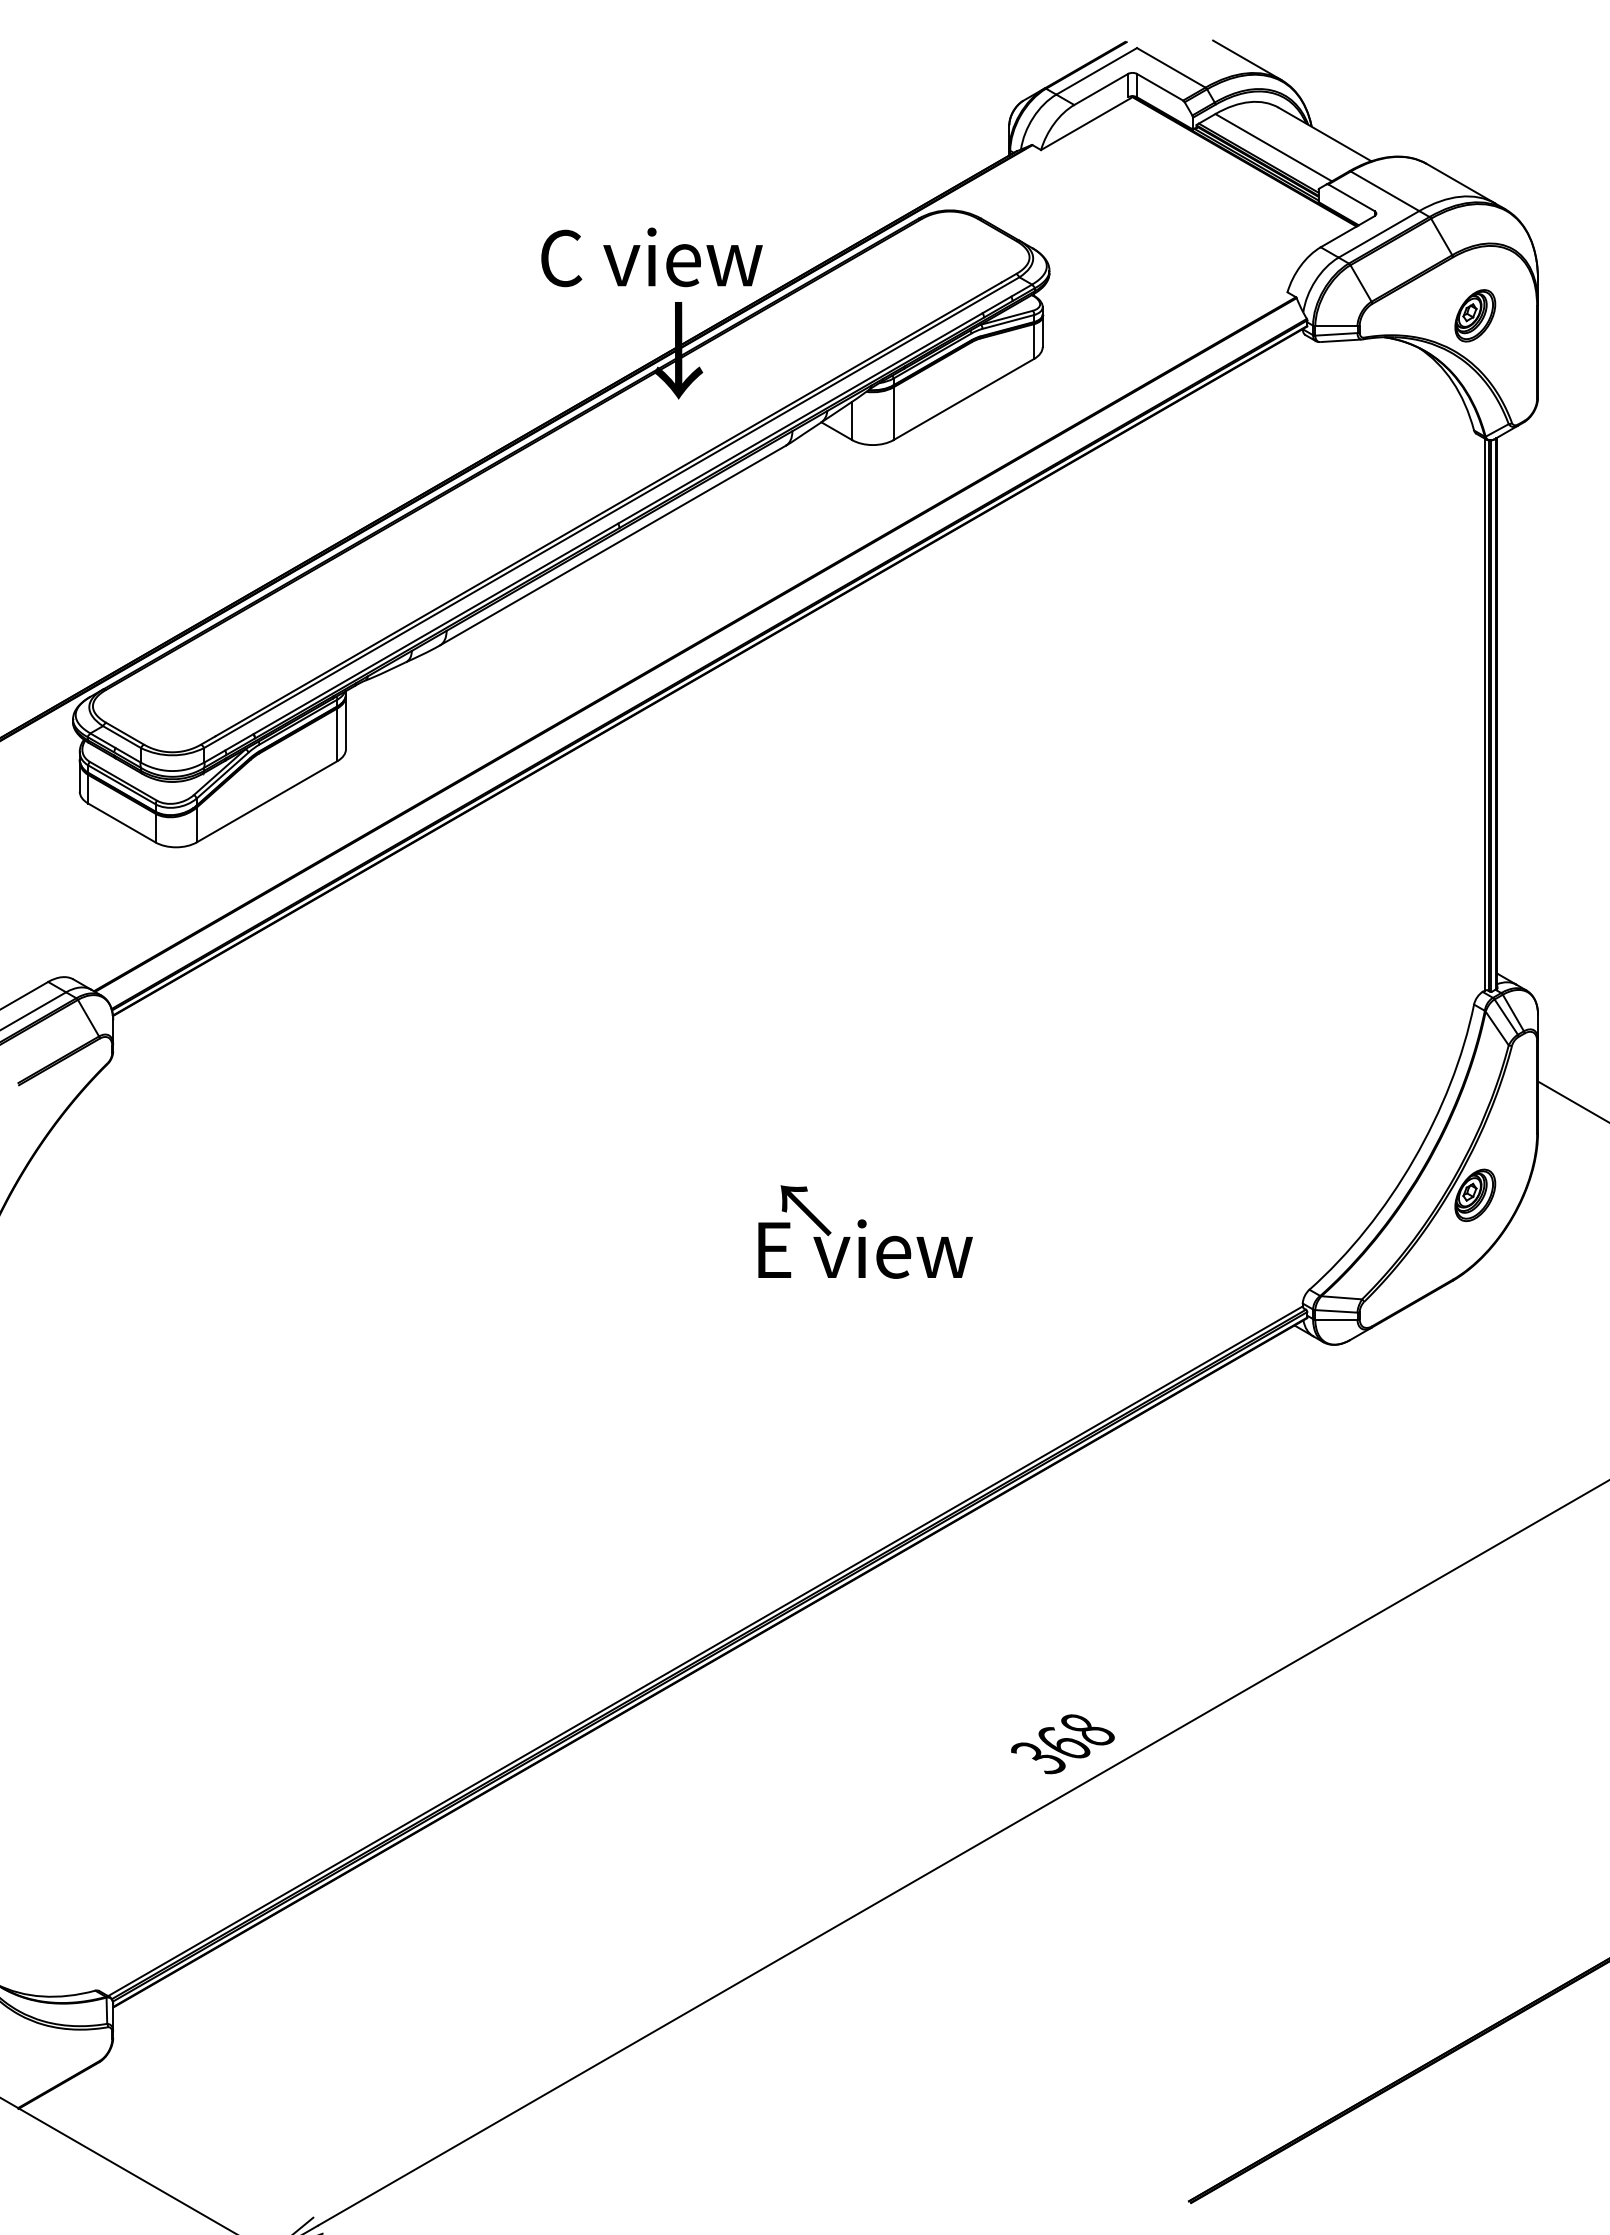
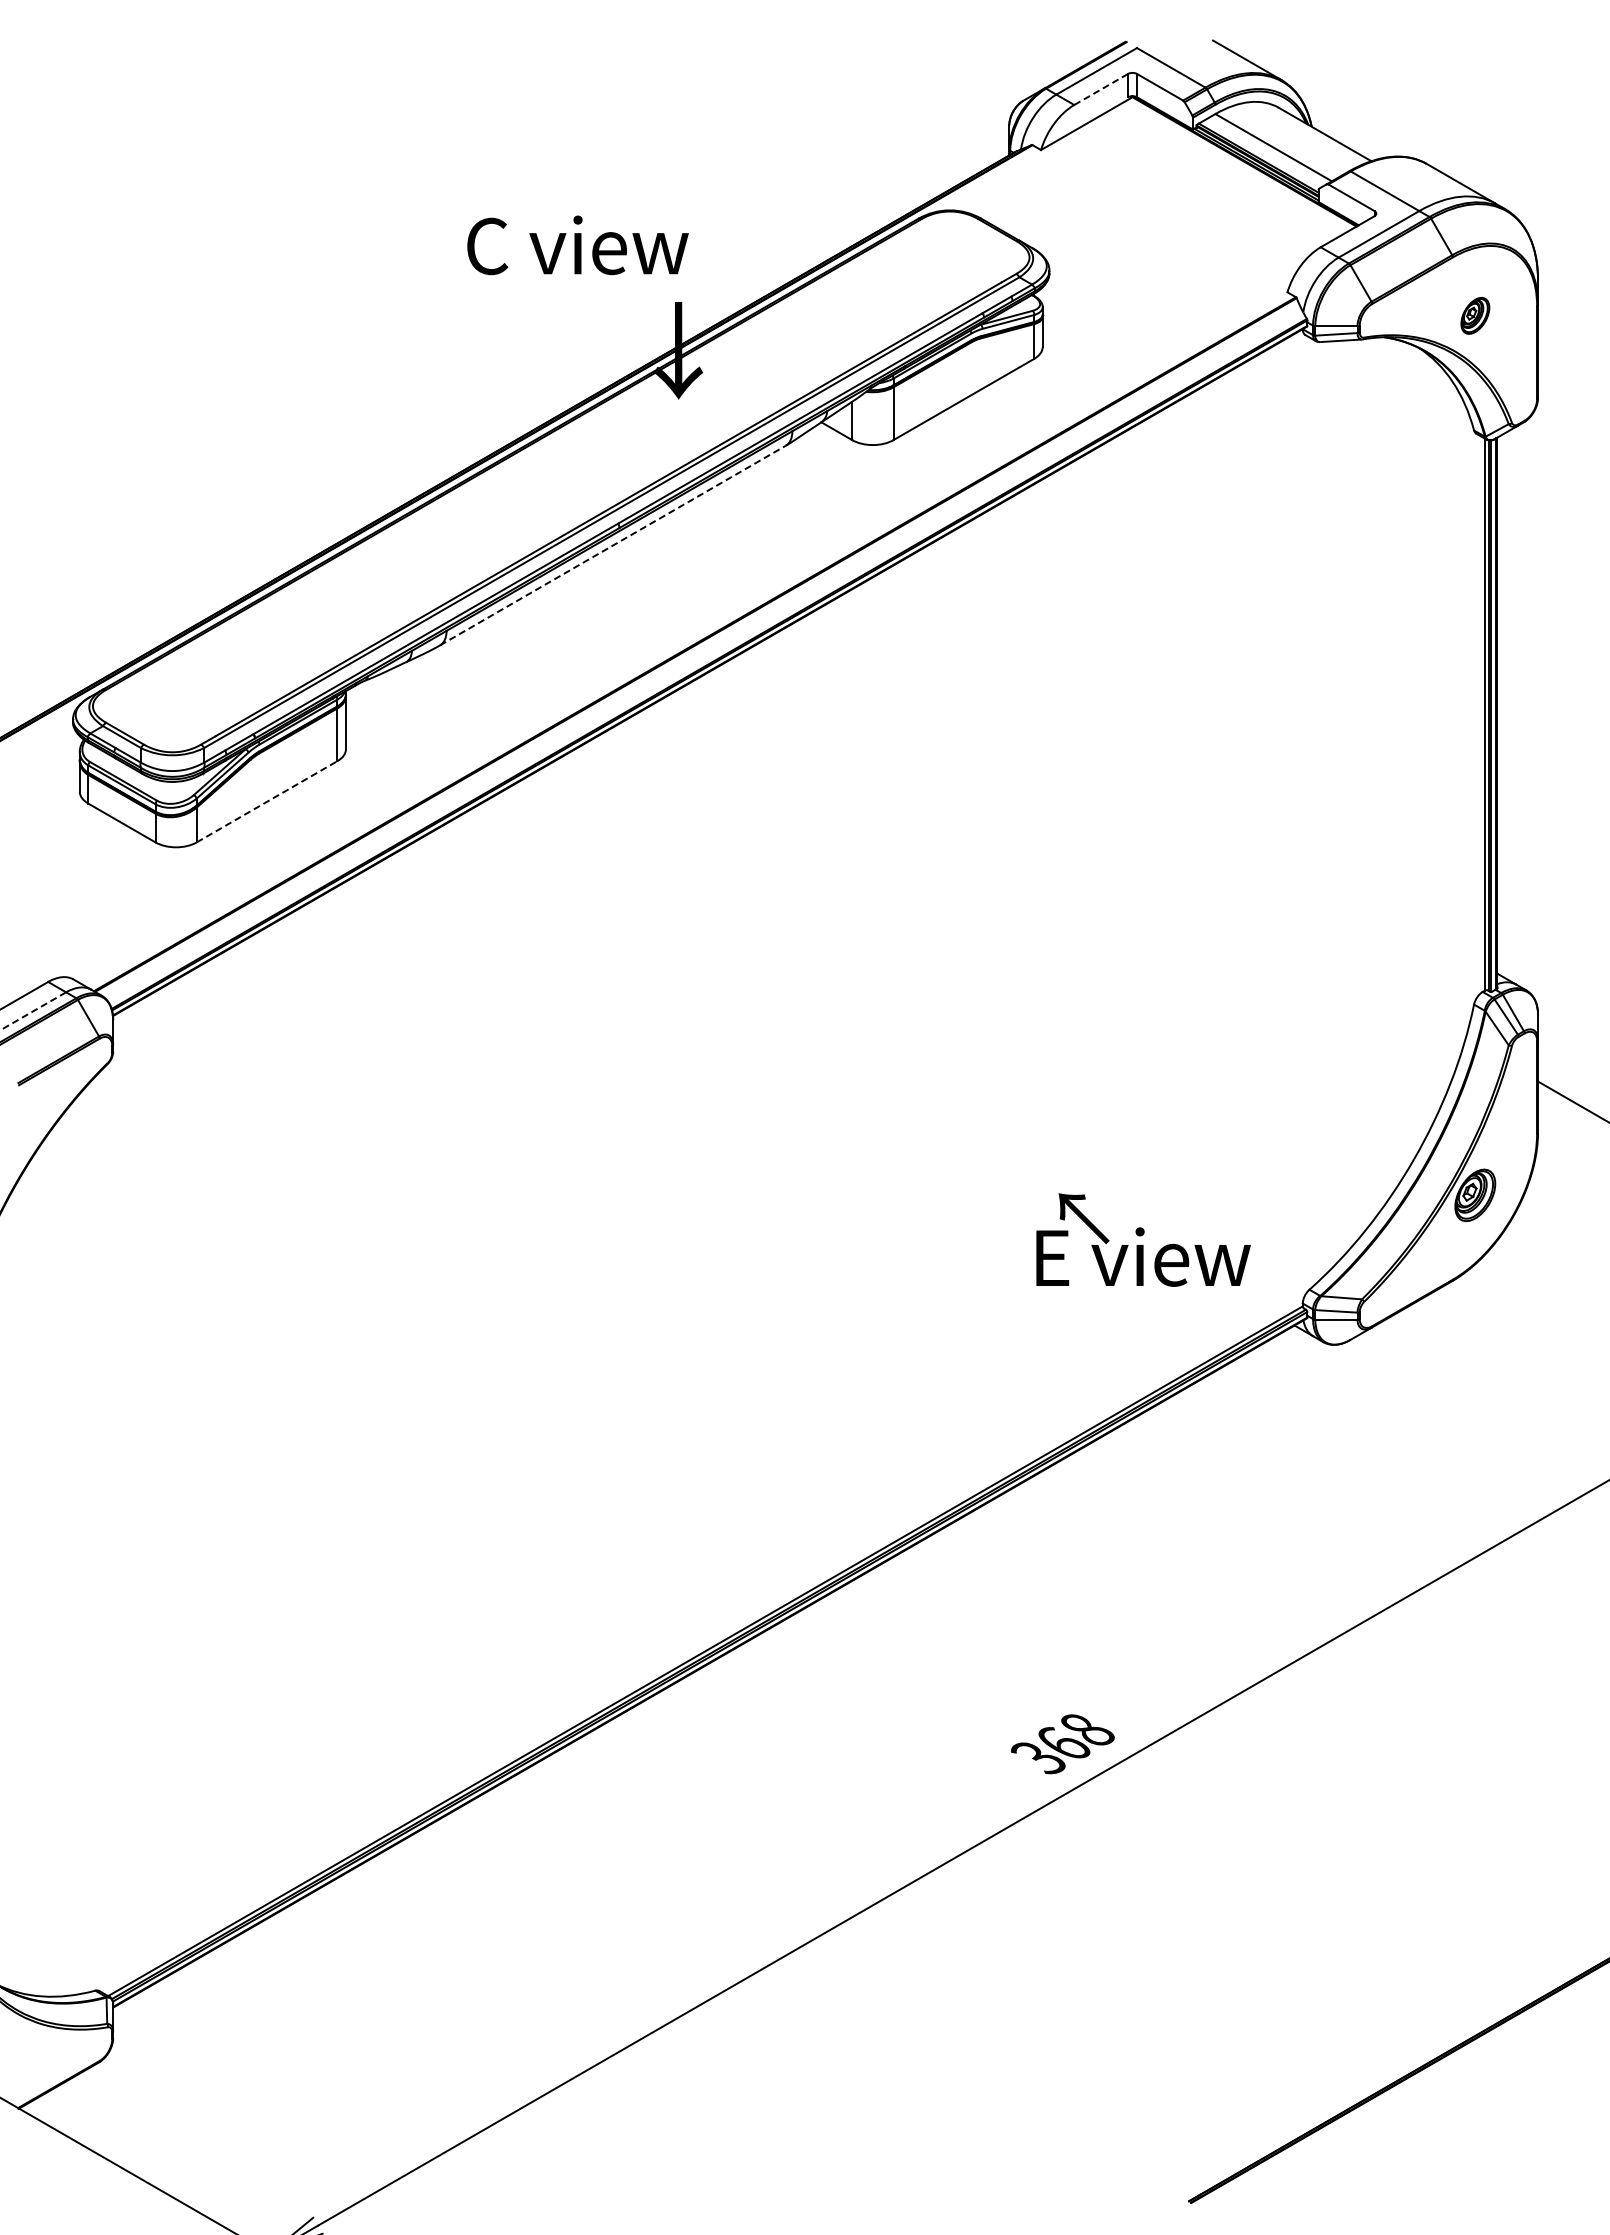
line at (1101, 89): solid -> dashed
text at (651, 257) position: (651, 257) -> (577, 245)
part at (1475, 315) size: 43x54 px -> 31x38 px
line at (612, 545): solid -> dashed
line at (267, 801): solid -> dashed
line at (32, 1011): solid -> dashed
text at (865, 1231) position: (865, 1231) -> (1143, 1239)
